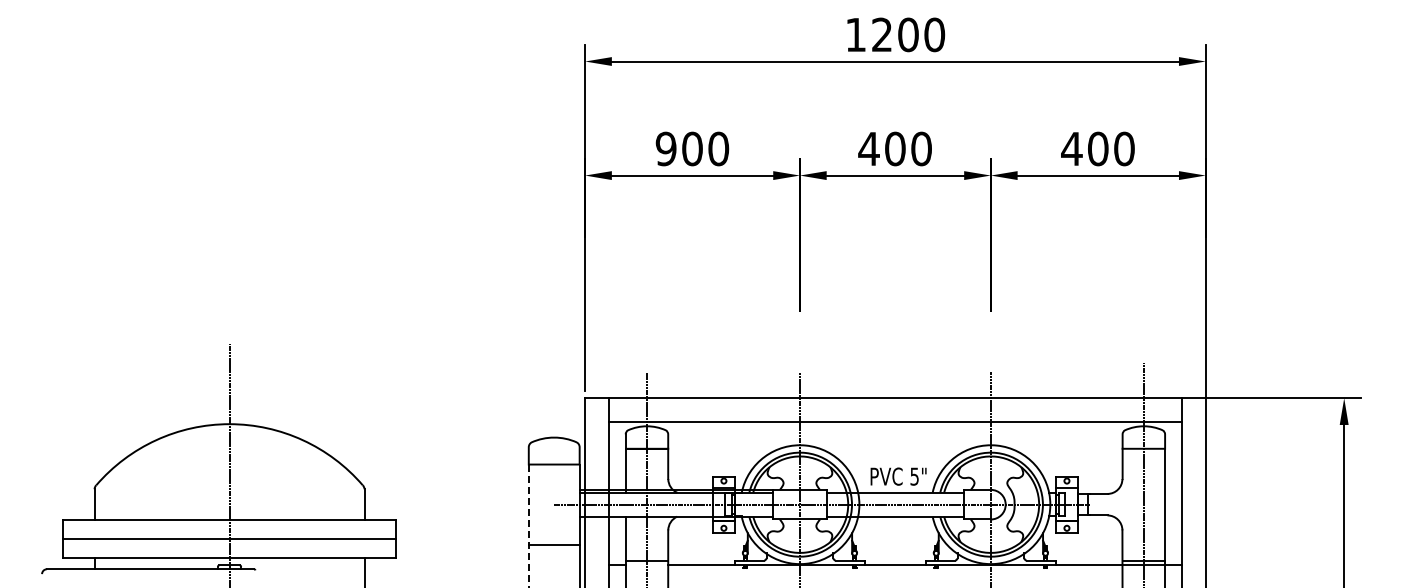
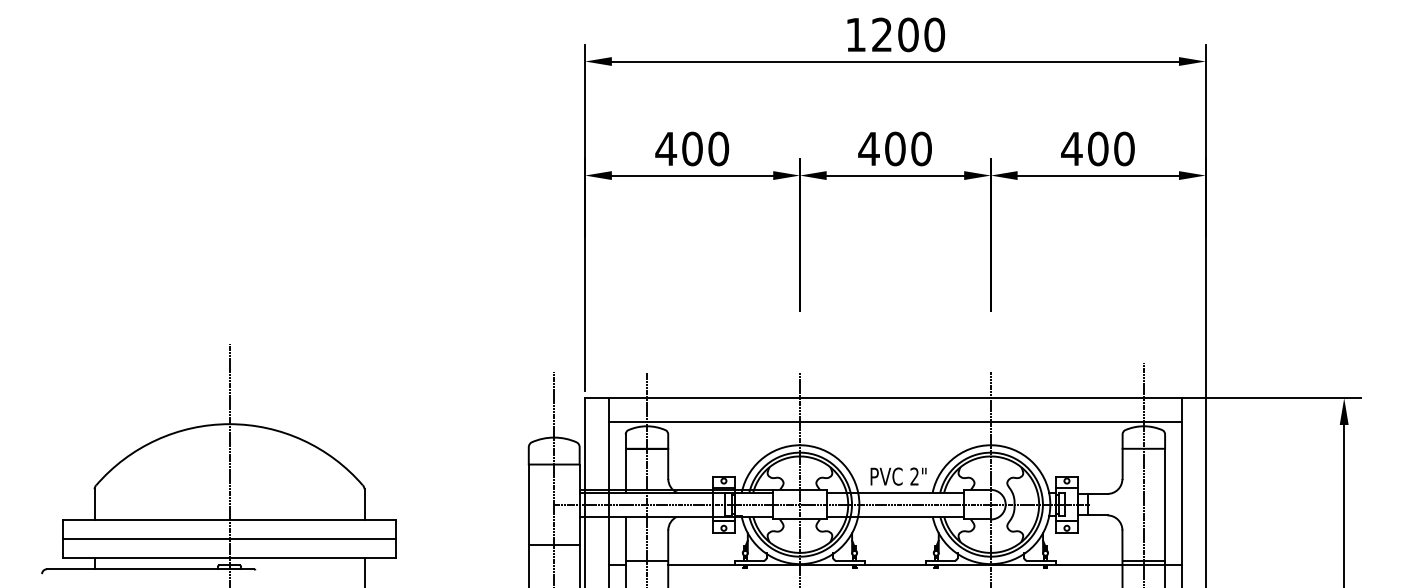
text at (666, 148): 900 -> 400
text at (914, 476): 5" -> 2"
line at (554, 478): none -> present
line at (528, 526): dashed -> solid
